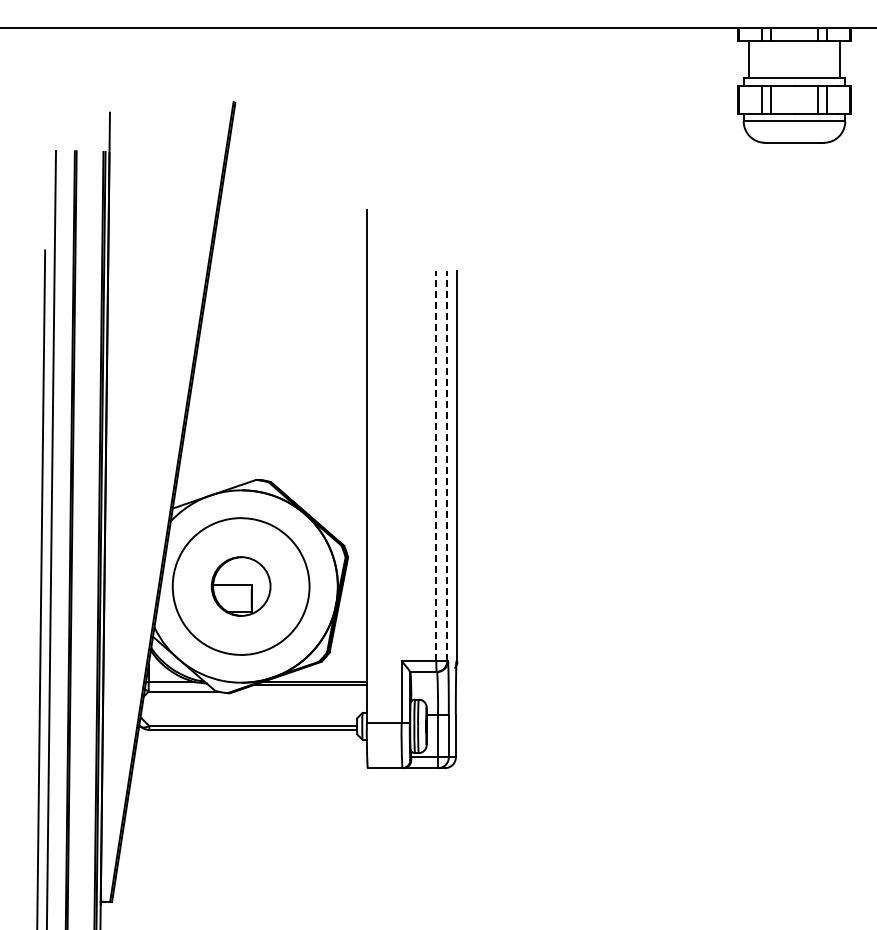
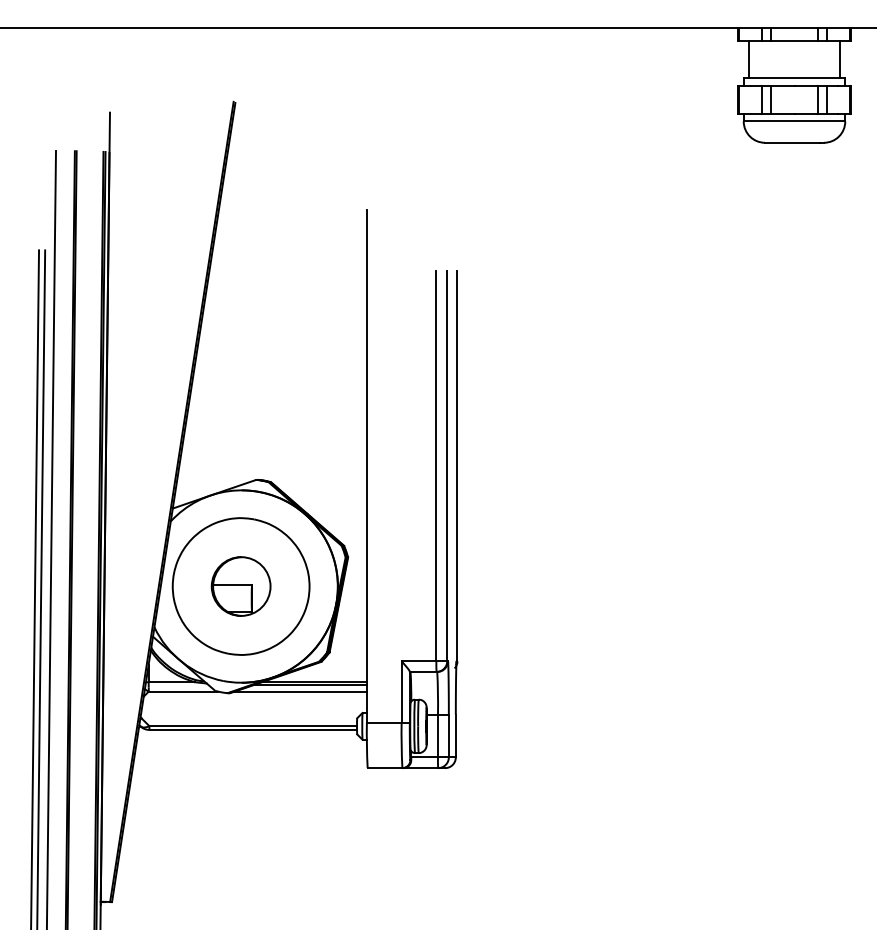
line at (436, 465): dashed -> solid
line at (447, 465): dashed -> solid
line at (35, 588): none -> present
line at (300, 691): none -> present
